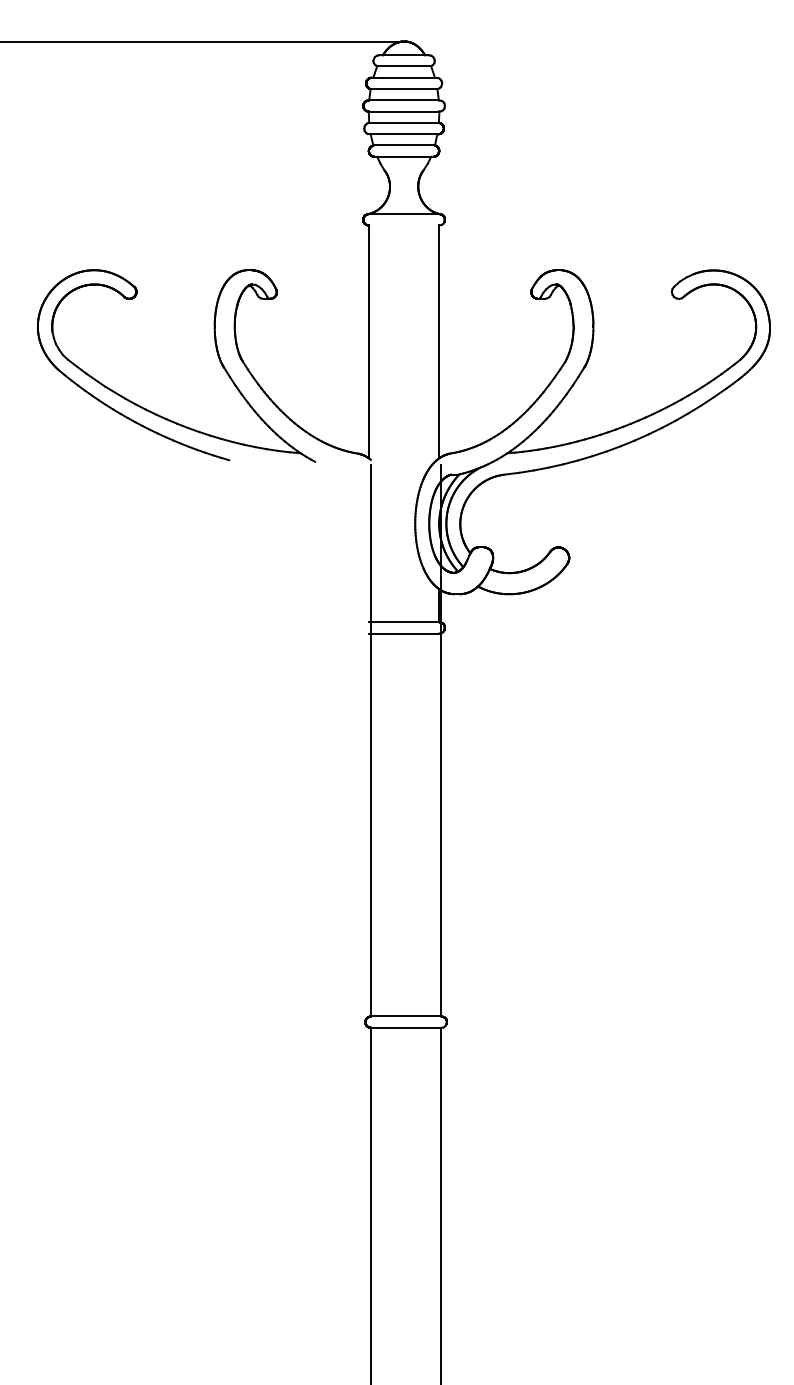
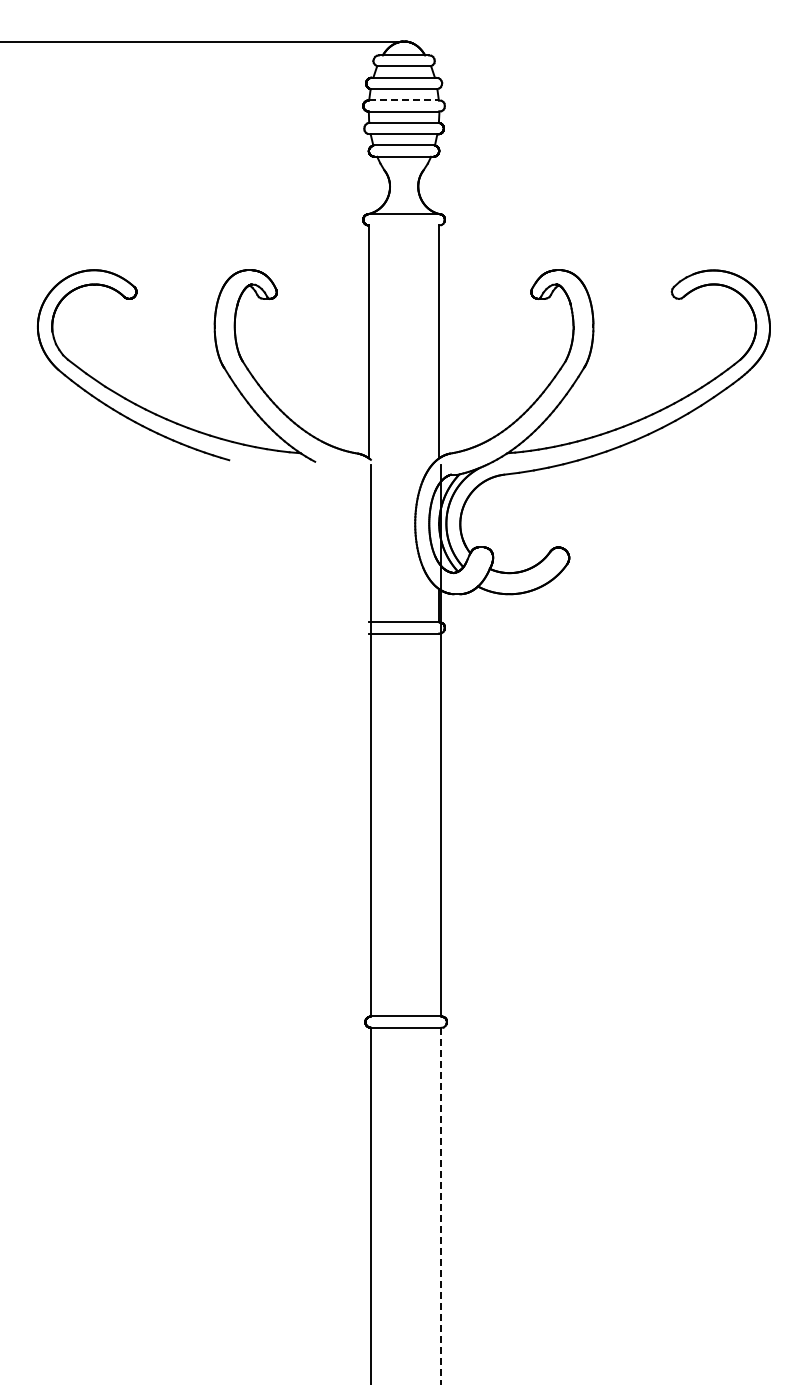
line at (404, 100): solid -> dashed
line at (441, 1206): solid -> dashed
